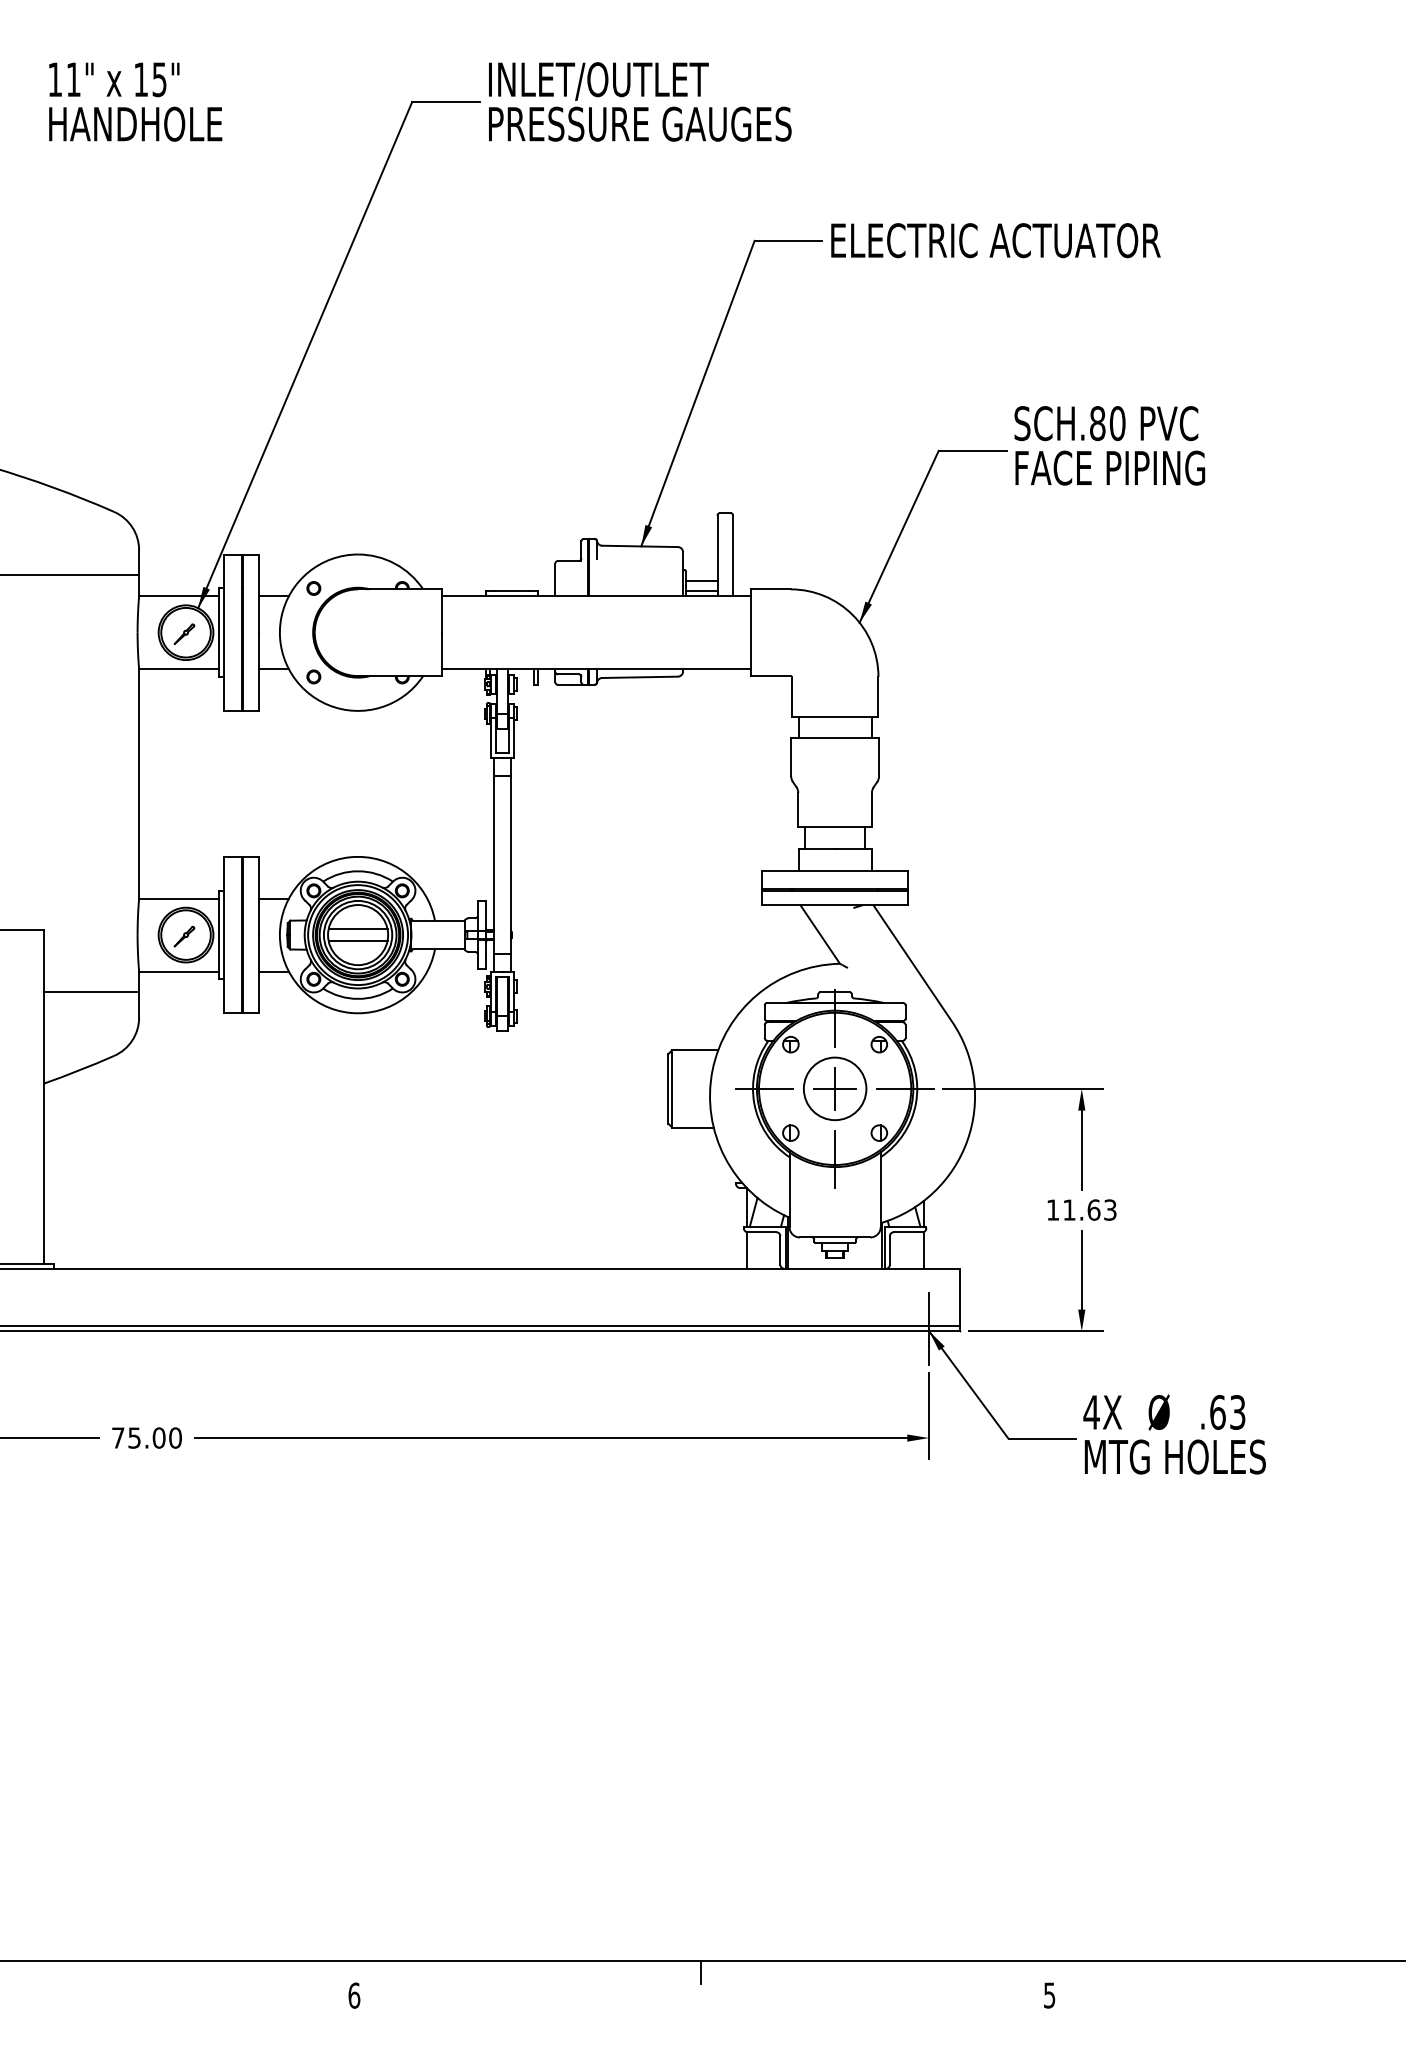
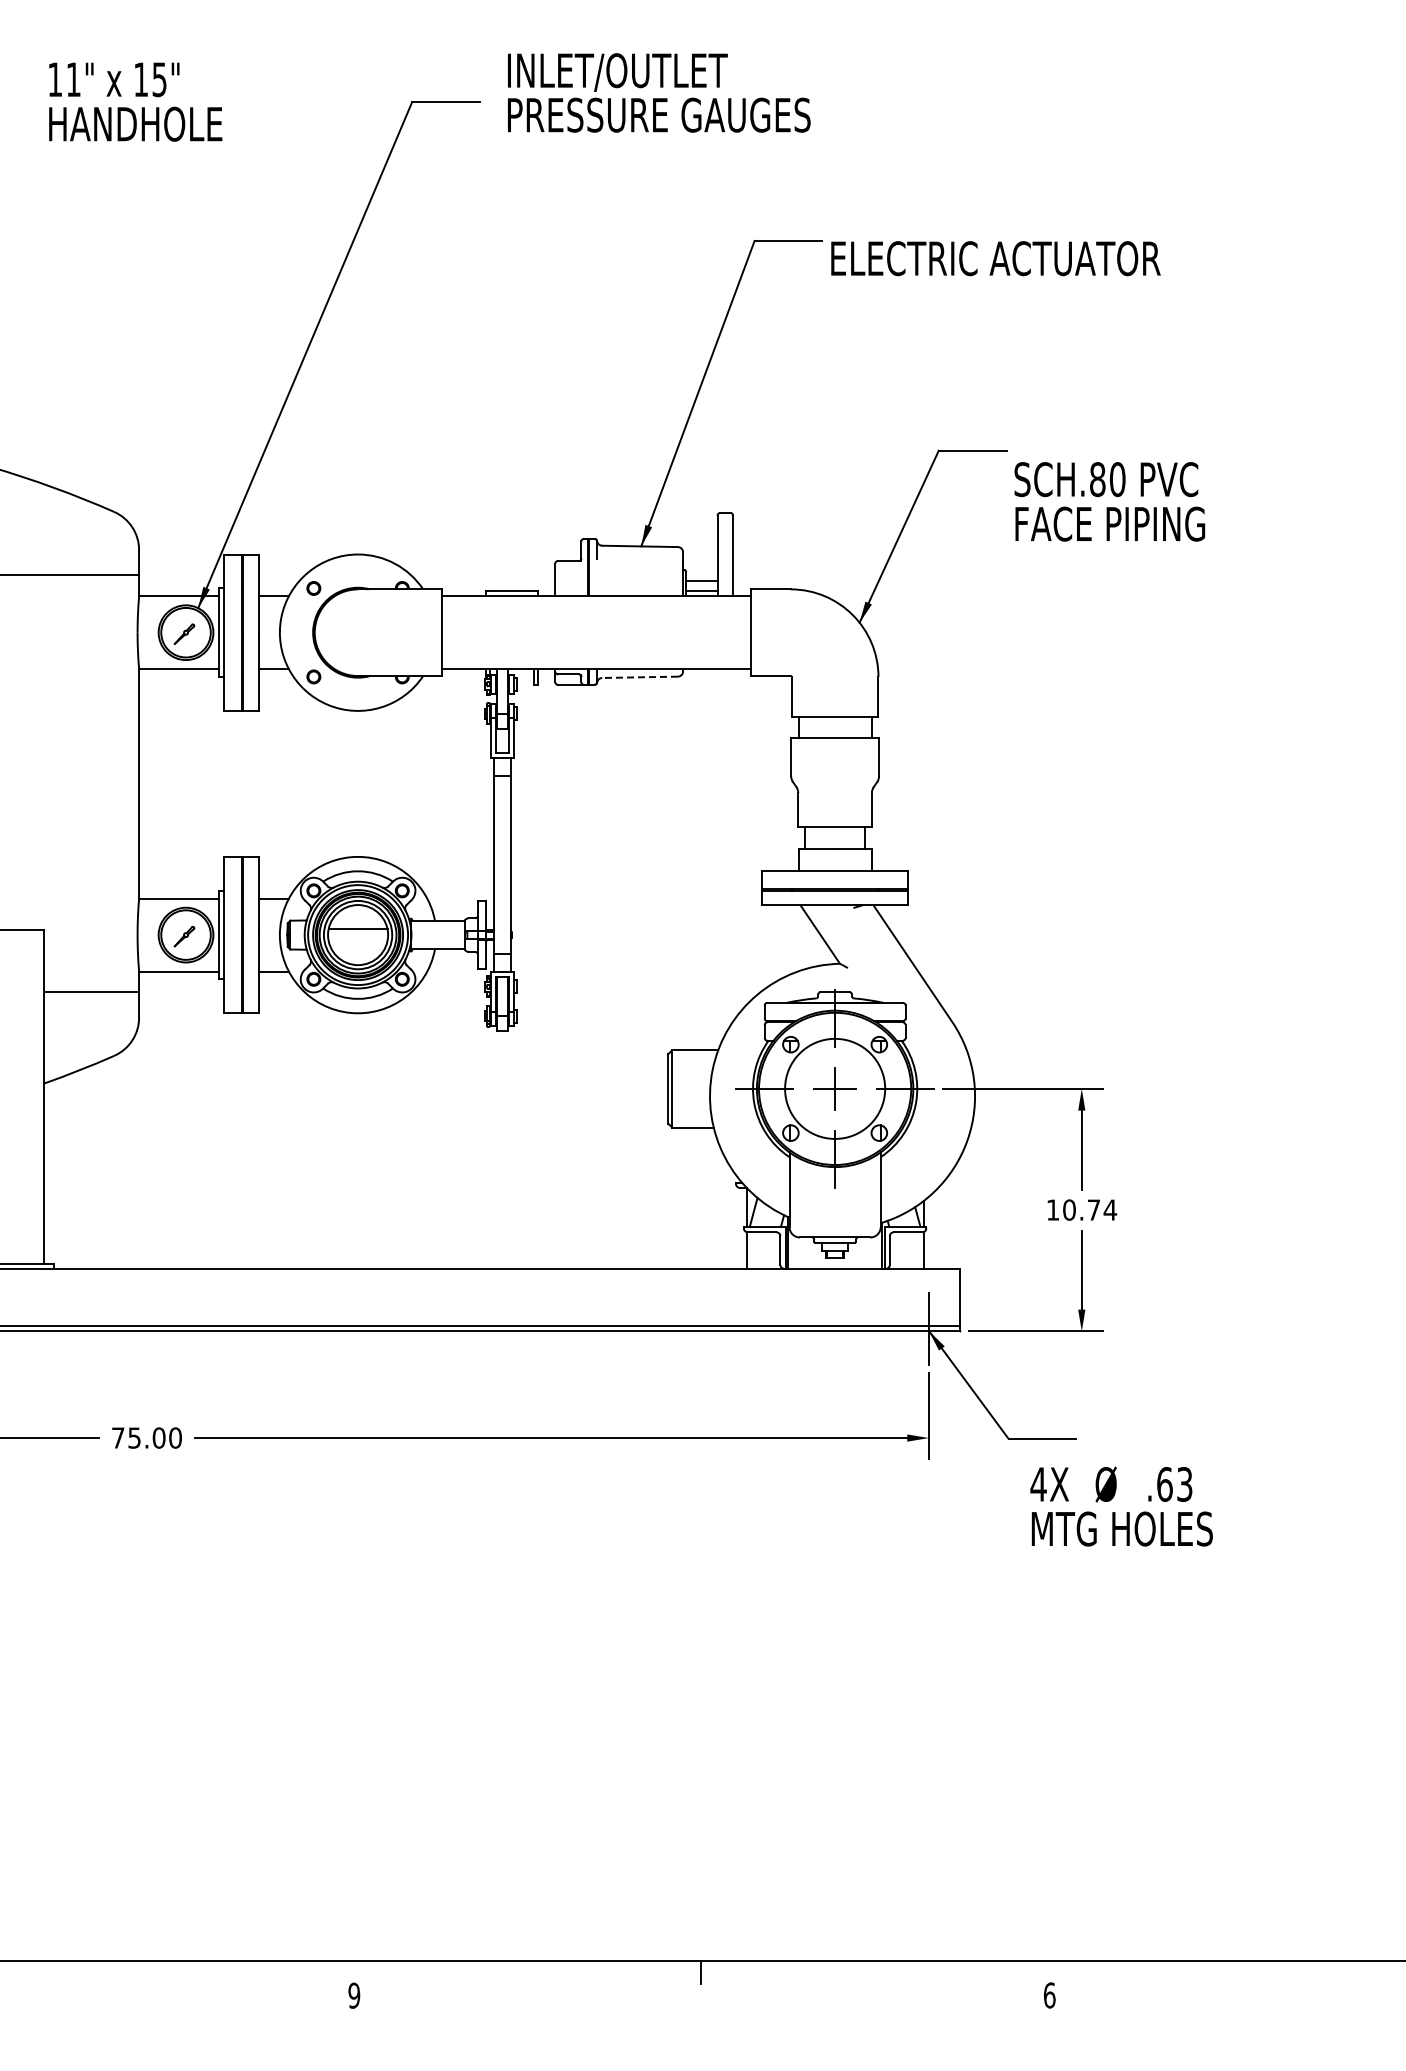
text at (640, 101) position: (640, 101) -> (659, 92)
text at (995, 240) position: (995, 240) -> (995, 258)
text at (1109, 445) position: (1109, 445) -> (1109, 501)
line at (640, 677): solid -> dashed
line at (357, 940): present -> none
circle at (834, 1088) diameter: 63 px -> 100 px
text at (1090, 1209): 11.63 -> 10.74
text at (1174, 1434) position: (1174, 1434) -> (1121, 1506)
text at (354, 1995): 6 -> 9
text at (1049, 1995): 5 -> 6
